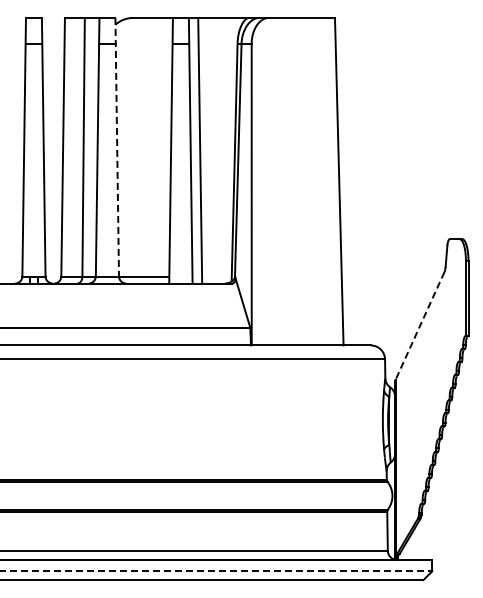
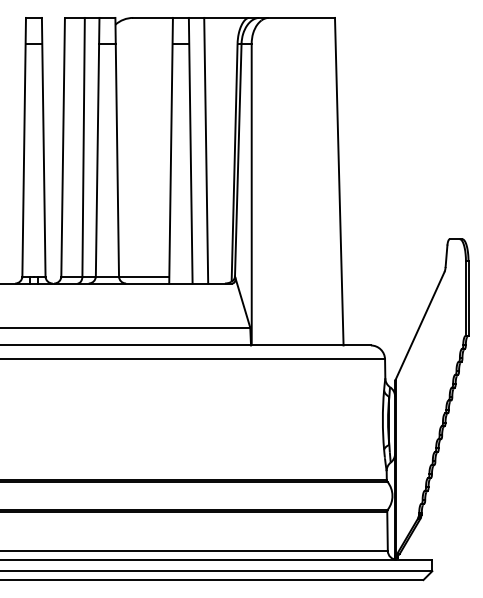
line at (117, 147): dashed -> solid
line at (200, 150) position: (200, 150) -> (206, 150)
line at (419, 326): dashed -> solid
line at (216, 571): dashed -> solid
